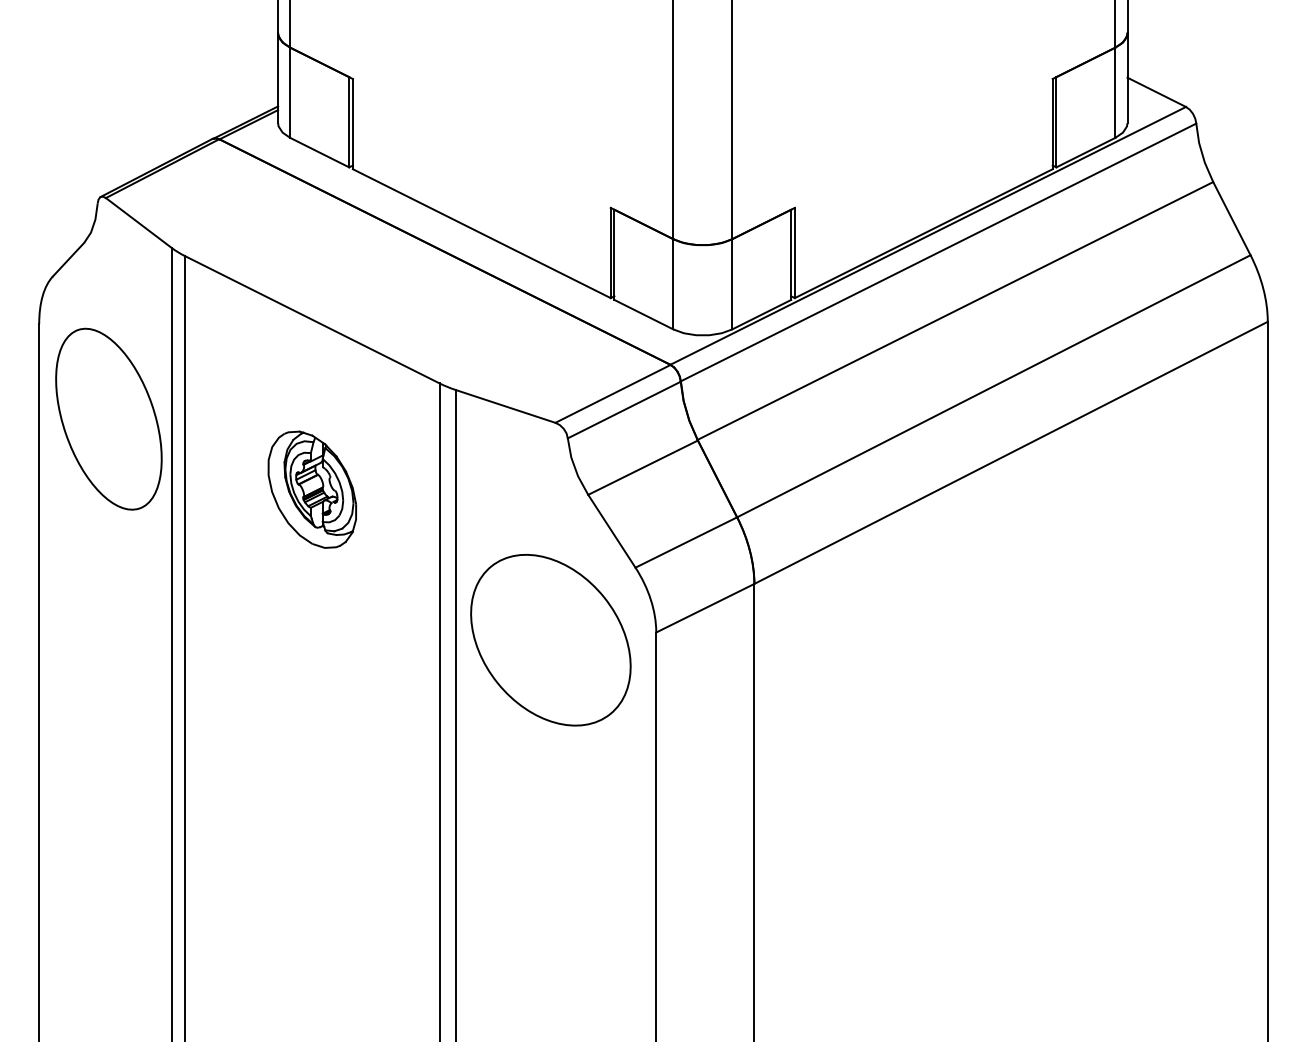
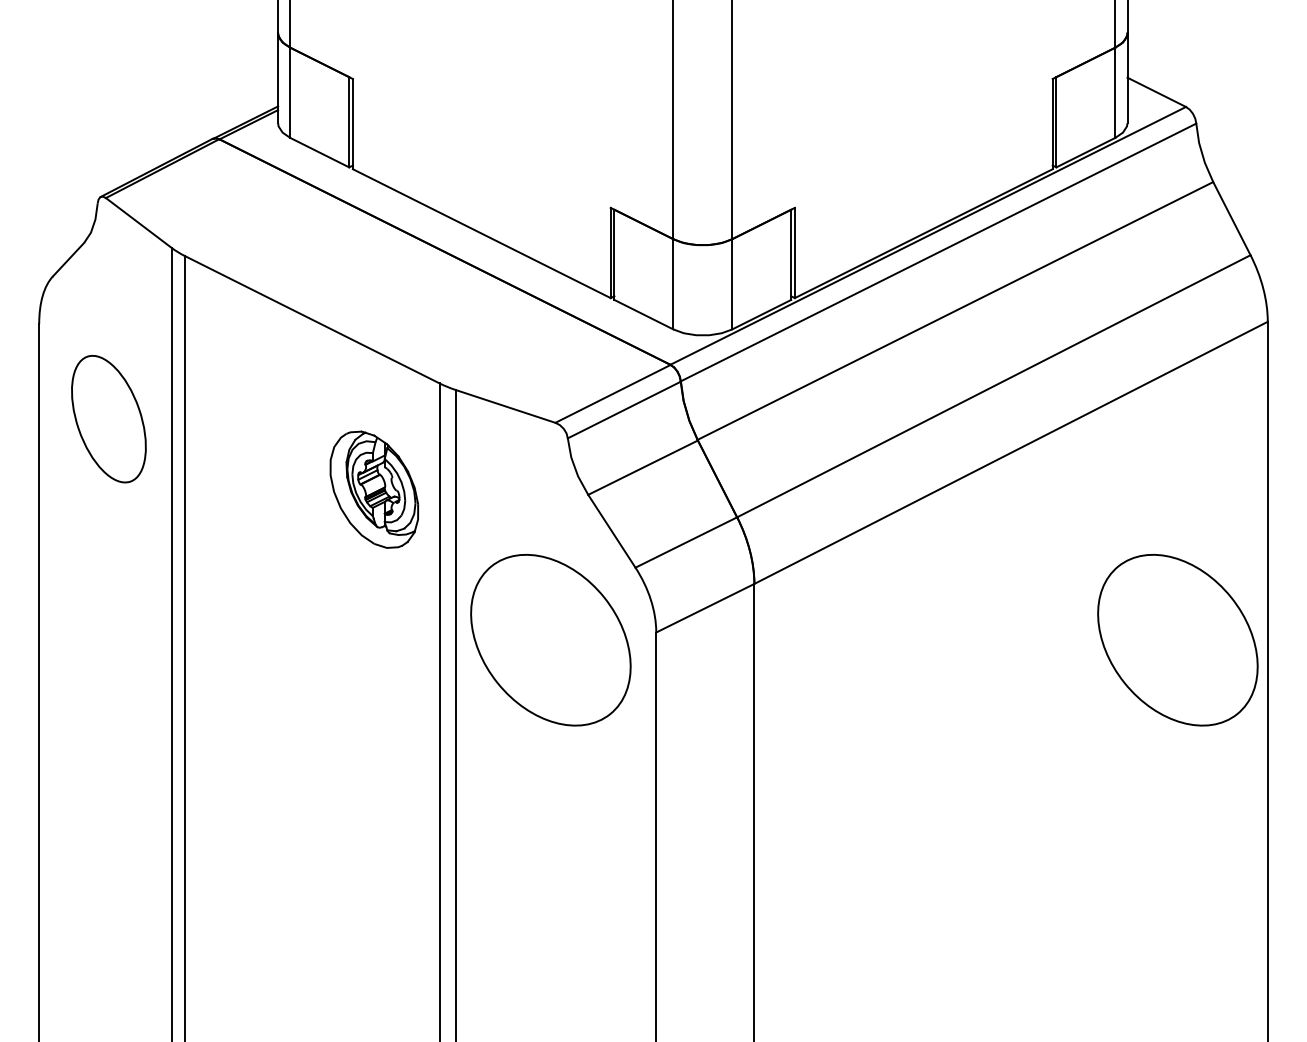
part at (108, 418) size: 108x184 px -> 76x130 px
part at (312, 489) position: (312, 489) -> (374, 489)
part at (1177, 639): none -> present
